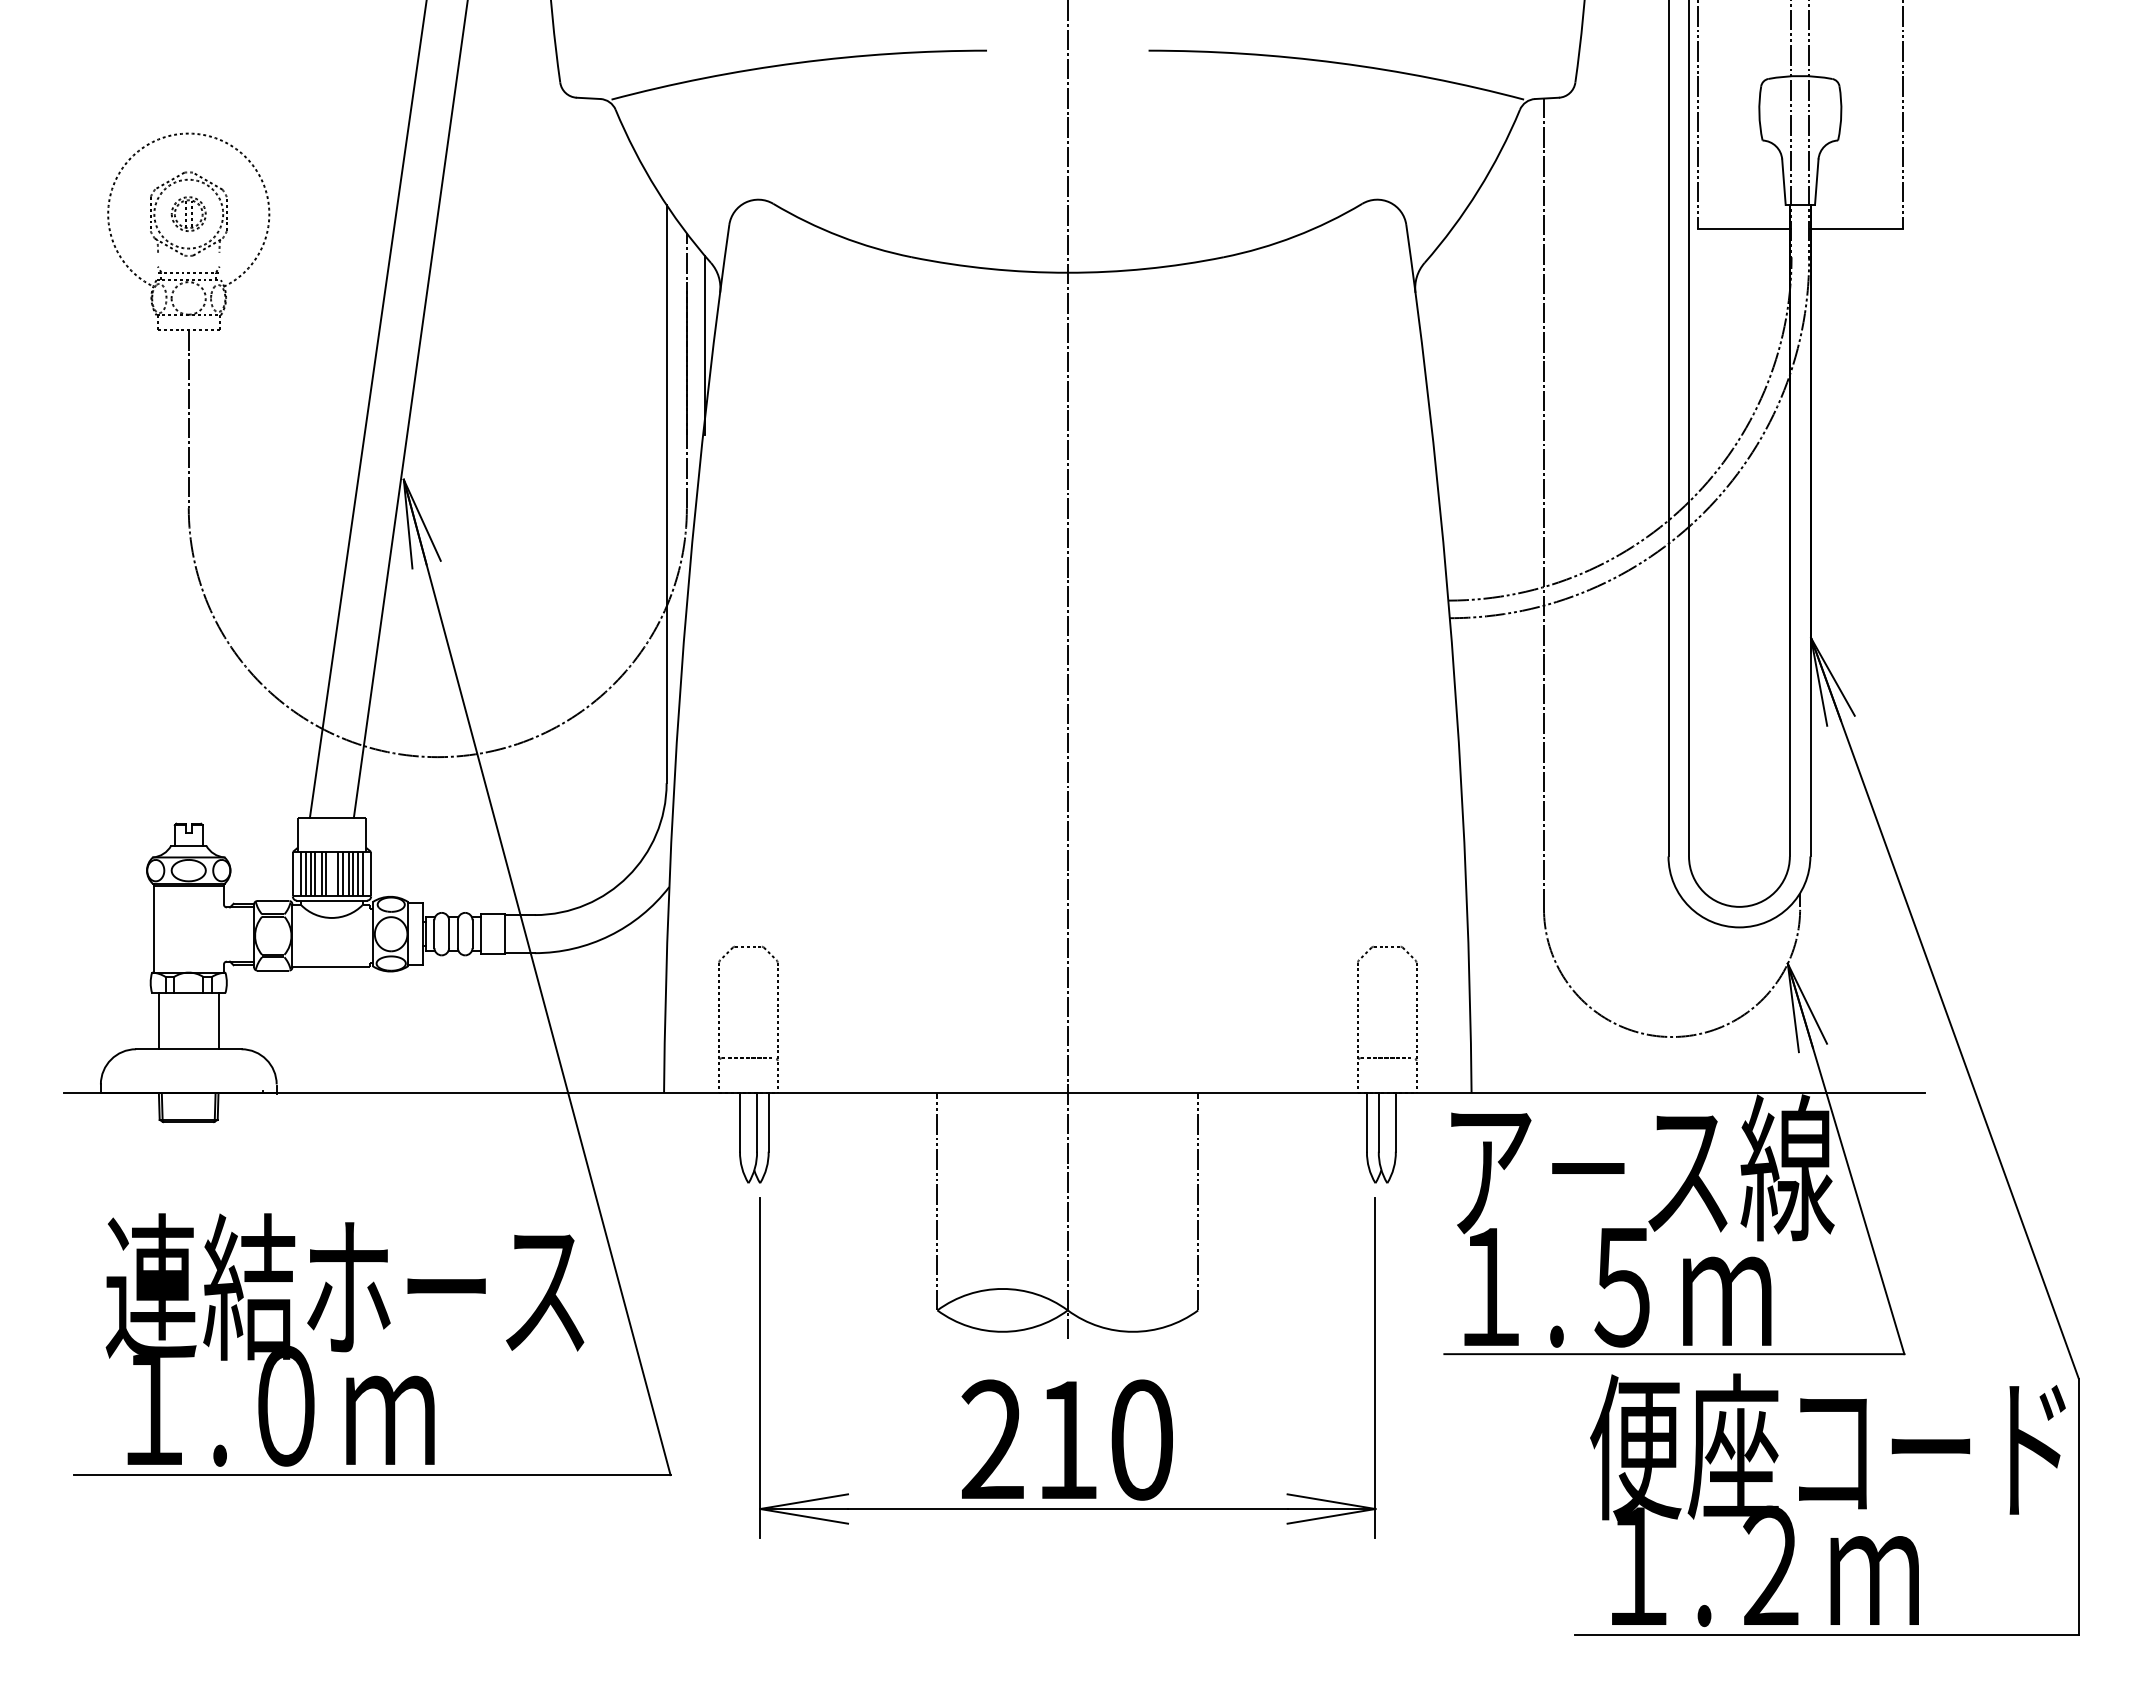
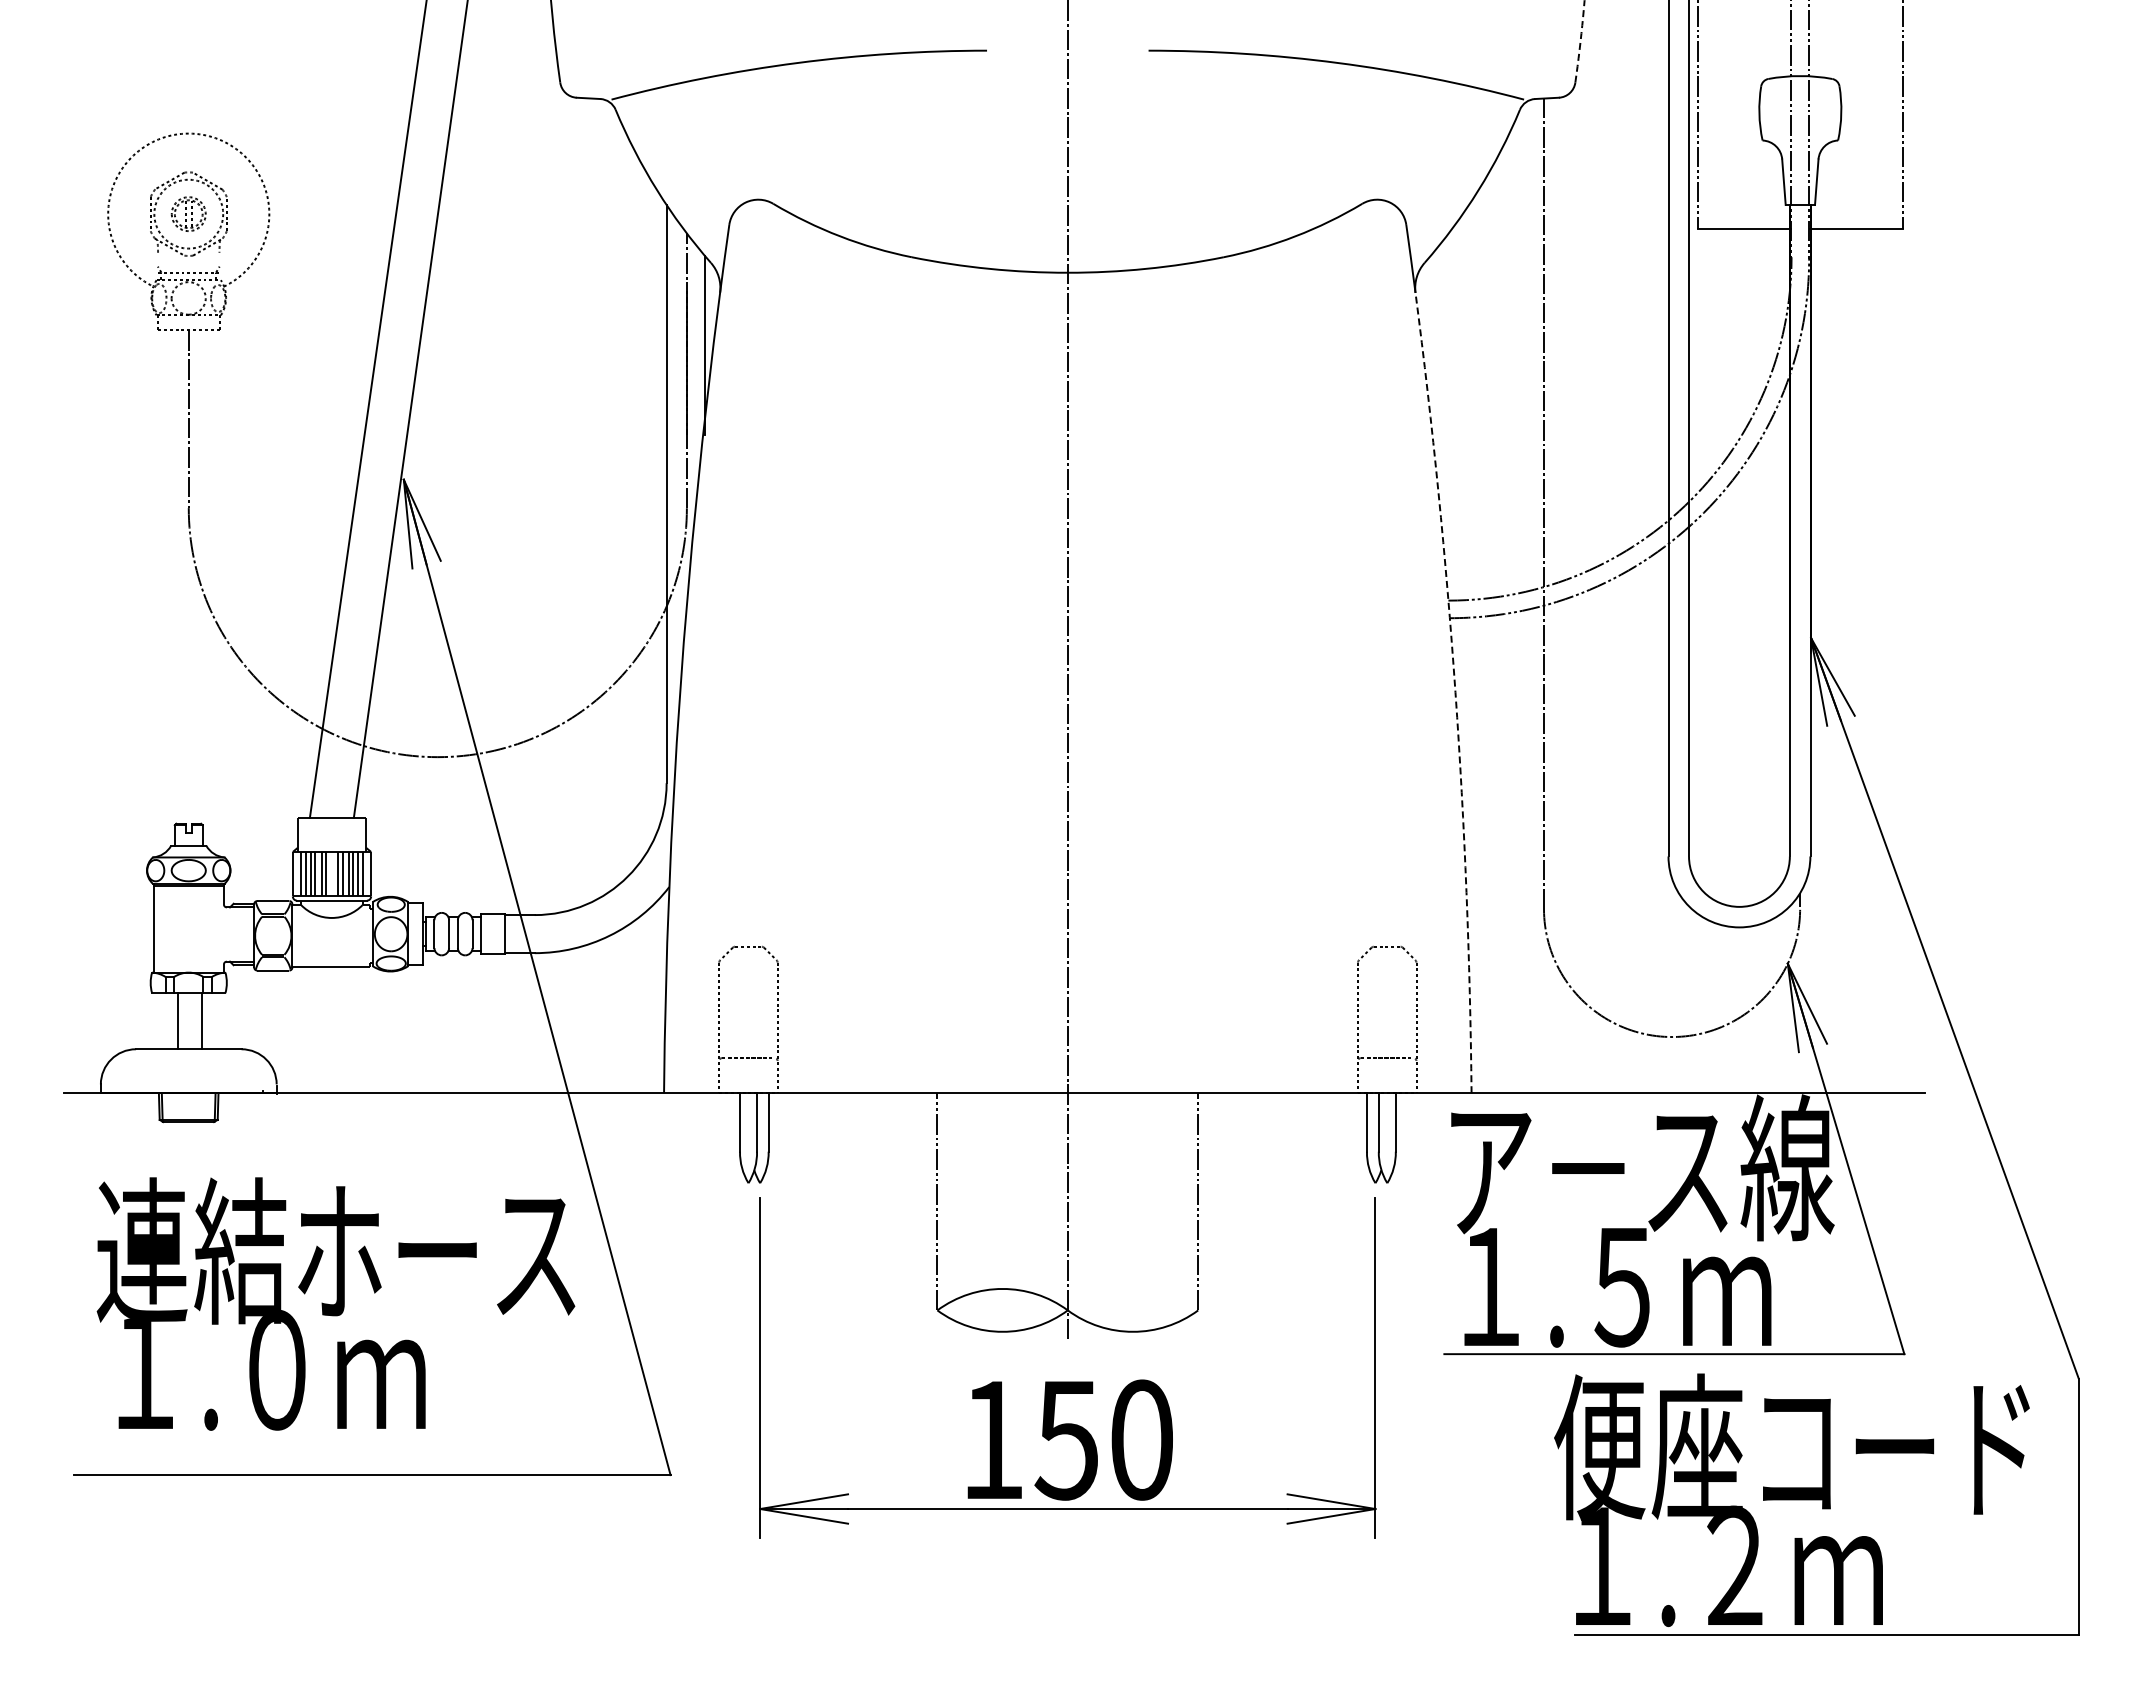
arc at (1580, 41): solid -> dashed
arc at (1455, 692): solid -> dashed
line at (158, 1021) position: (158, 1021) -> (177, 1021)
line at (218, 1021) position: (218, 1021) -> (201, 1021)
text at (344, 1339) position: (344, 1339) -> (335, 1303)
text at (1029, 1439): 210 -> 150
text at (1827, 1499) position: (1827, 1499) -> (1791, 1499)
